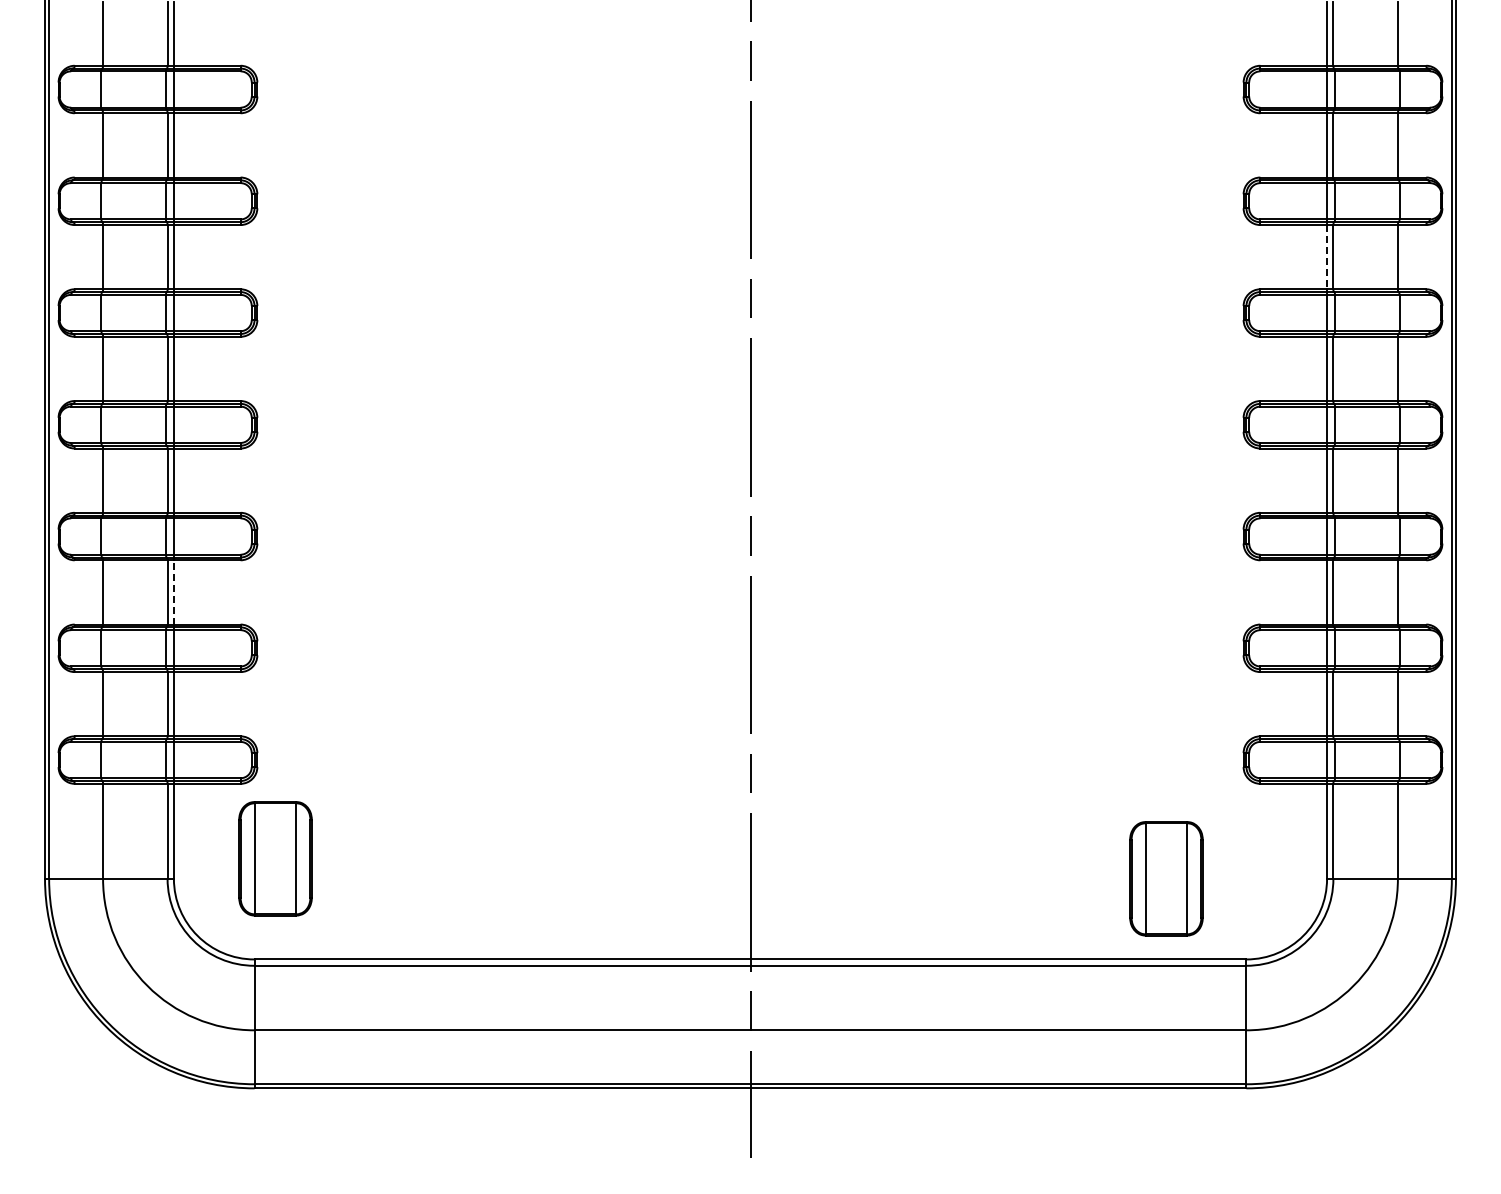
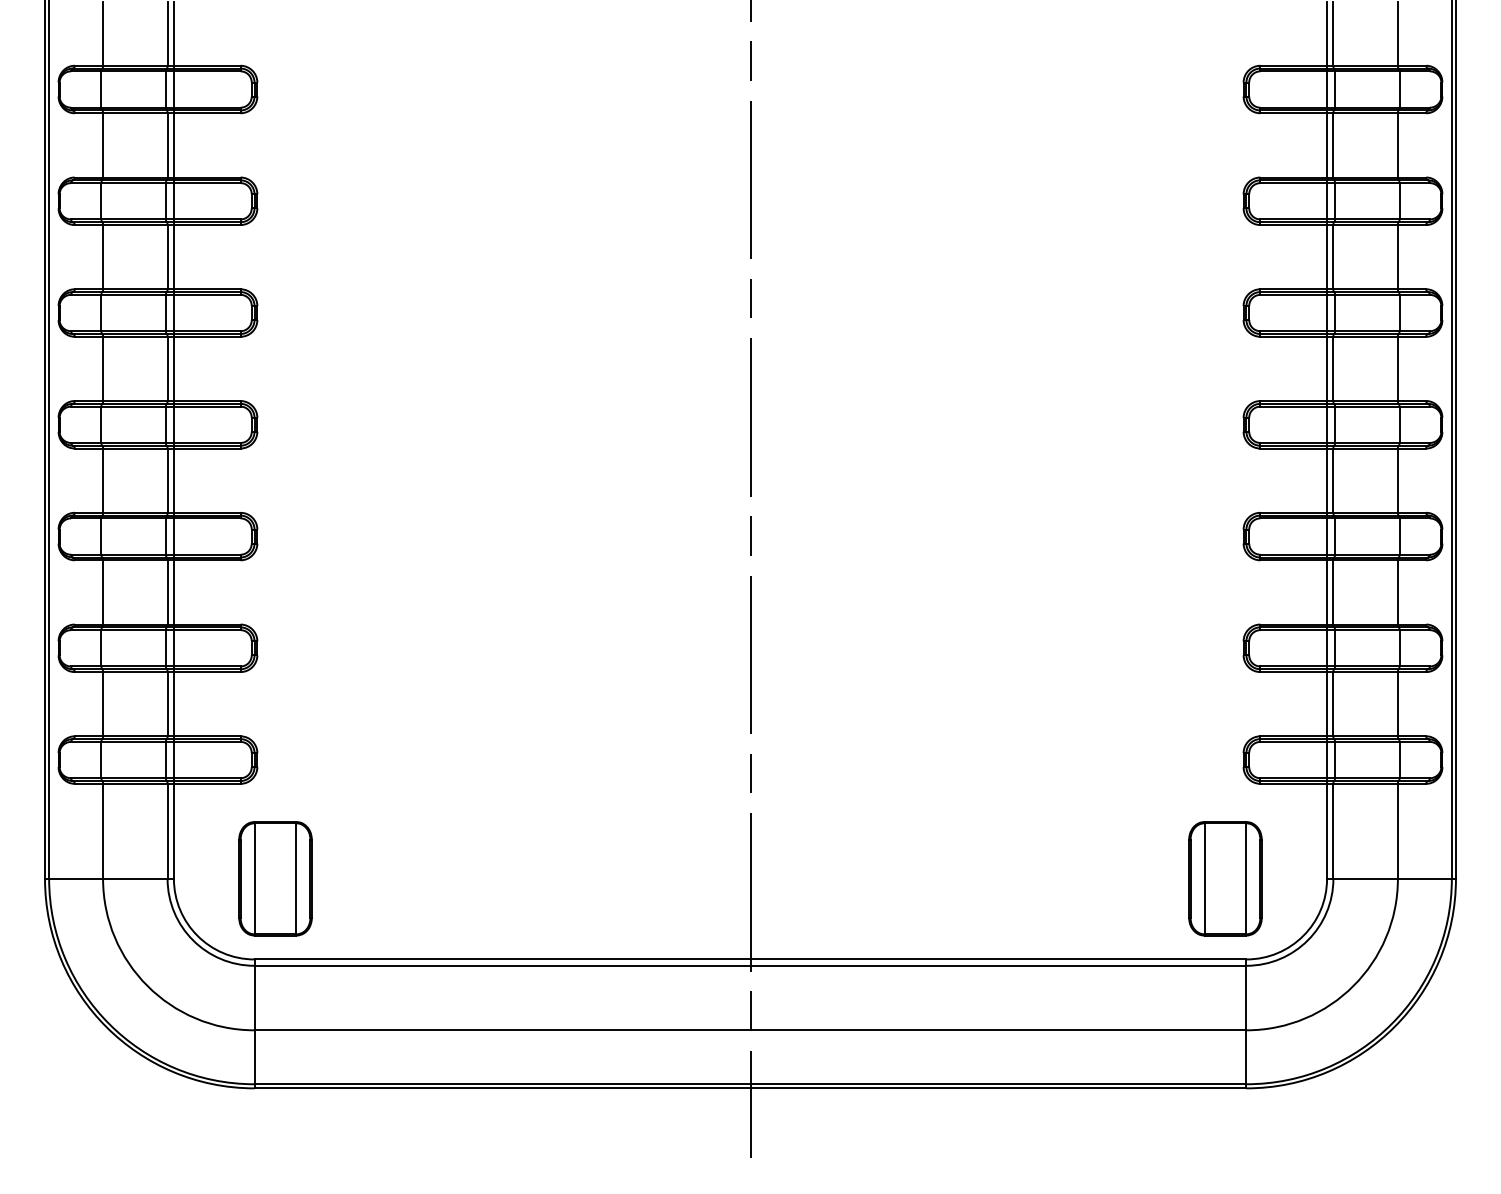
line at (1327, 257): dashed -> solid
line at (173, 591): dashed -> solid
part at (275, 858) position: (275, 858) -> (275, 878)
part at (1166, 878) position: (1166, 878) -> (1225, 878)
